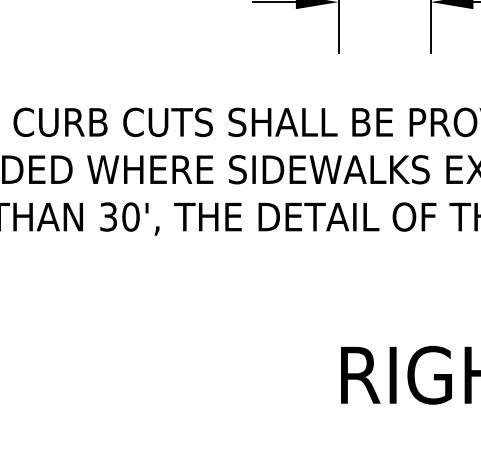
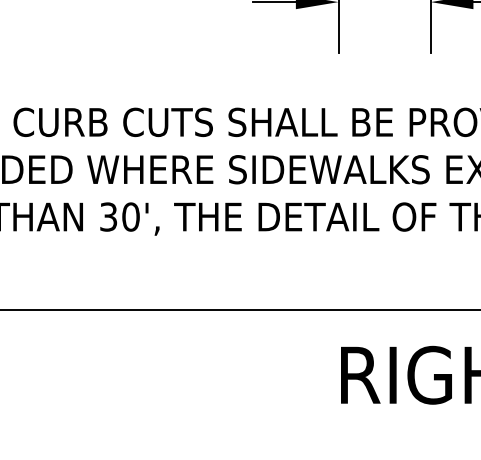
line at (239, 309): none -> present
